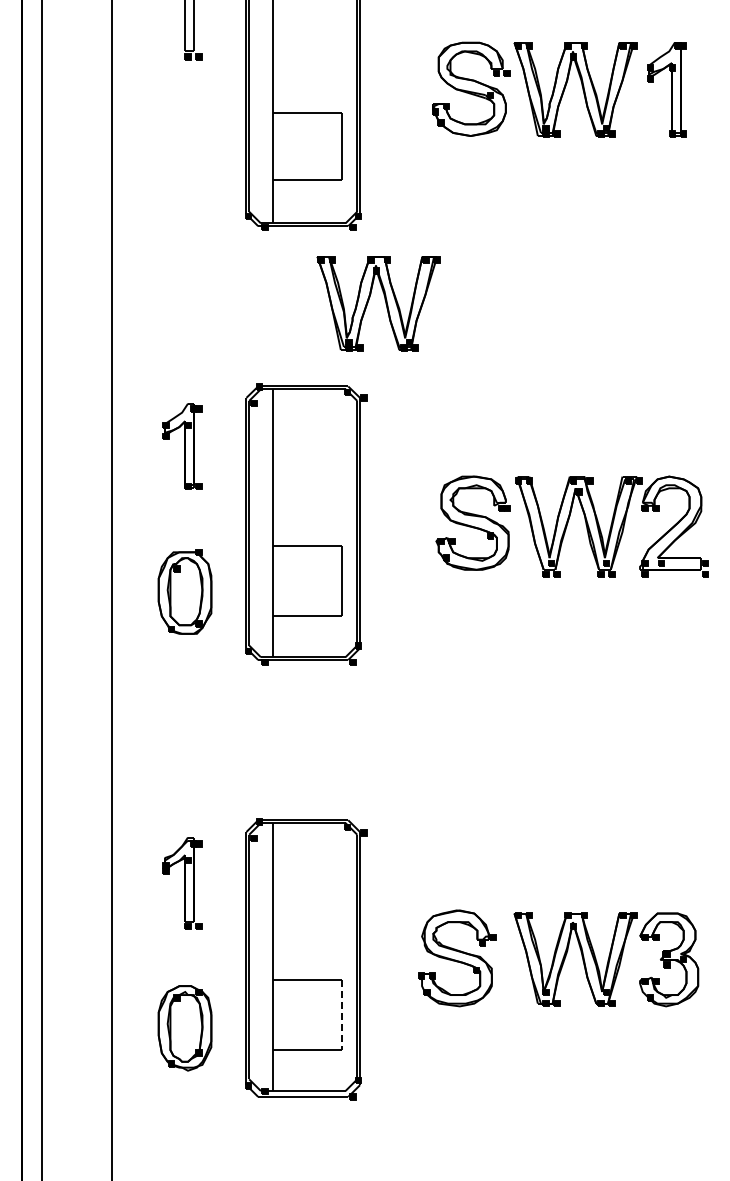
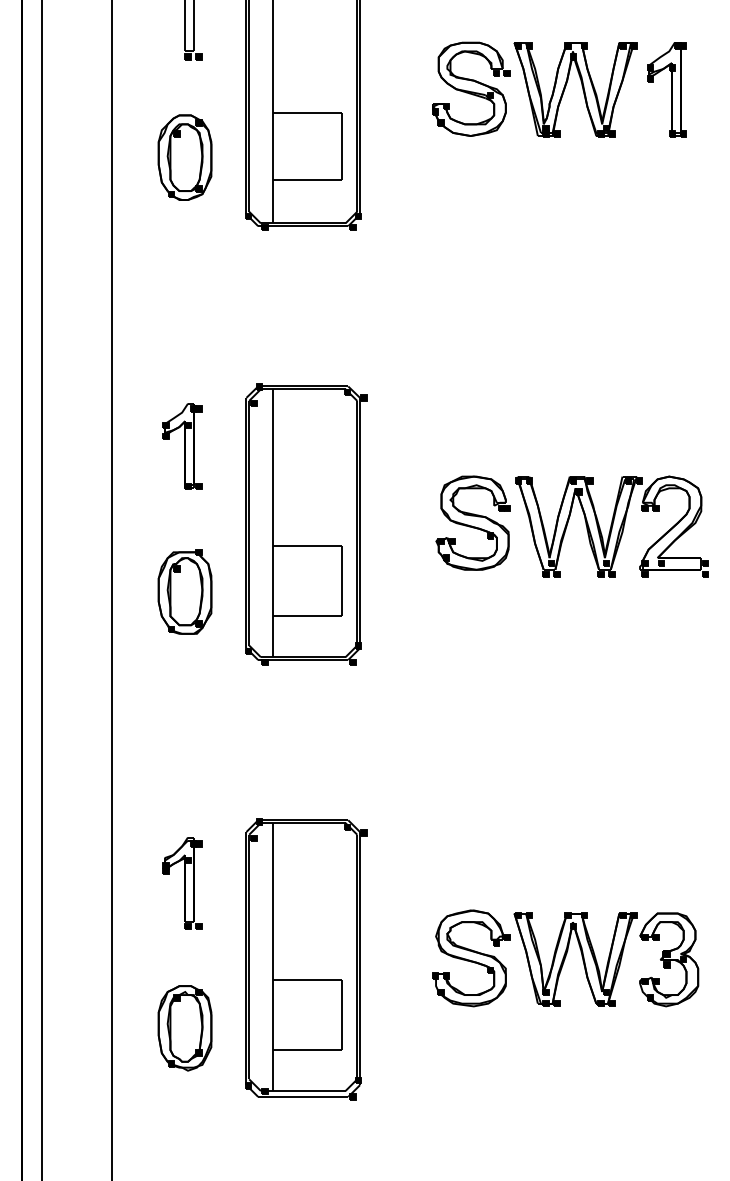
part at (184, 157): none -> present
part at (384, 300): present -> none
part at (457, 958) position: (457, 958) -> (471, 958)
line at (342, 1015): dashed -> solid
